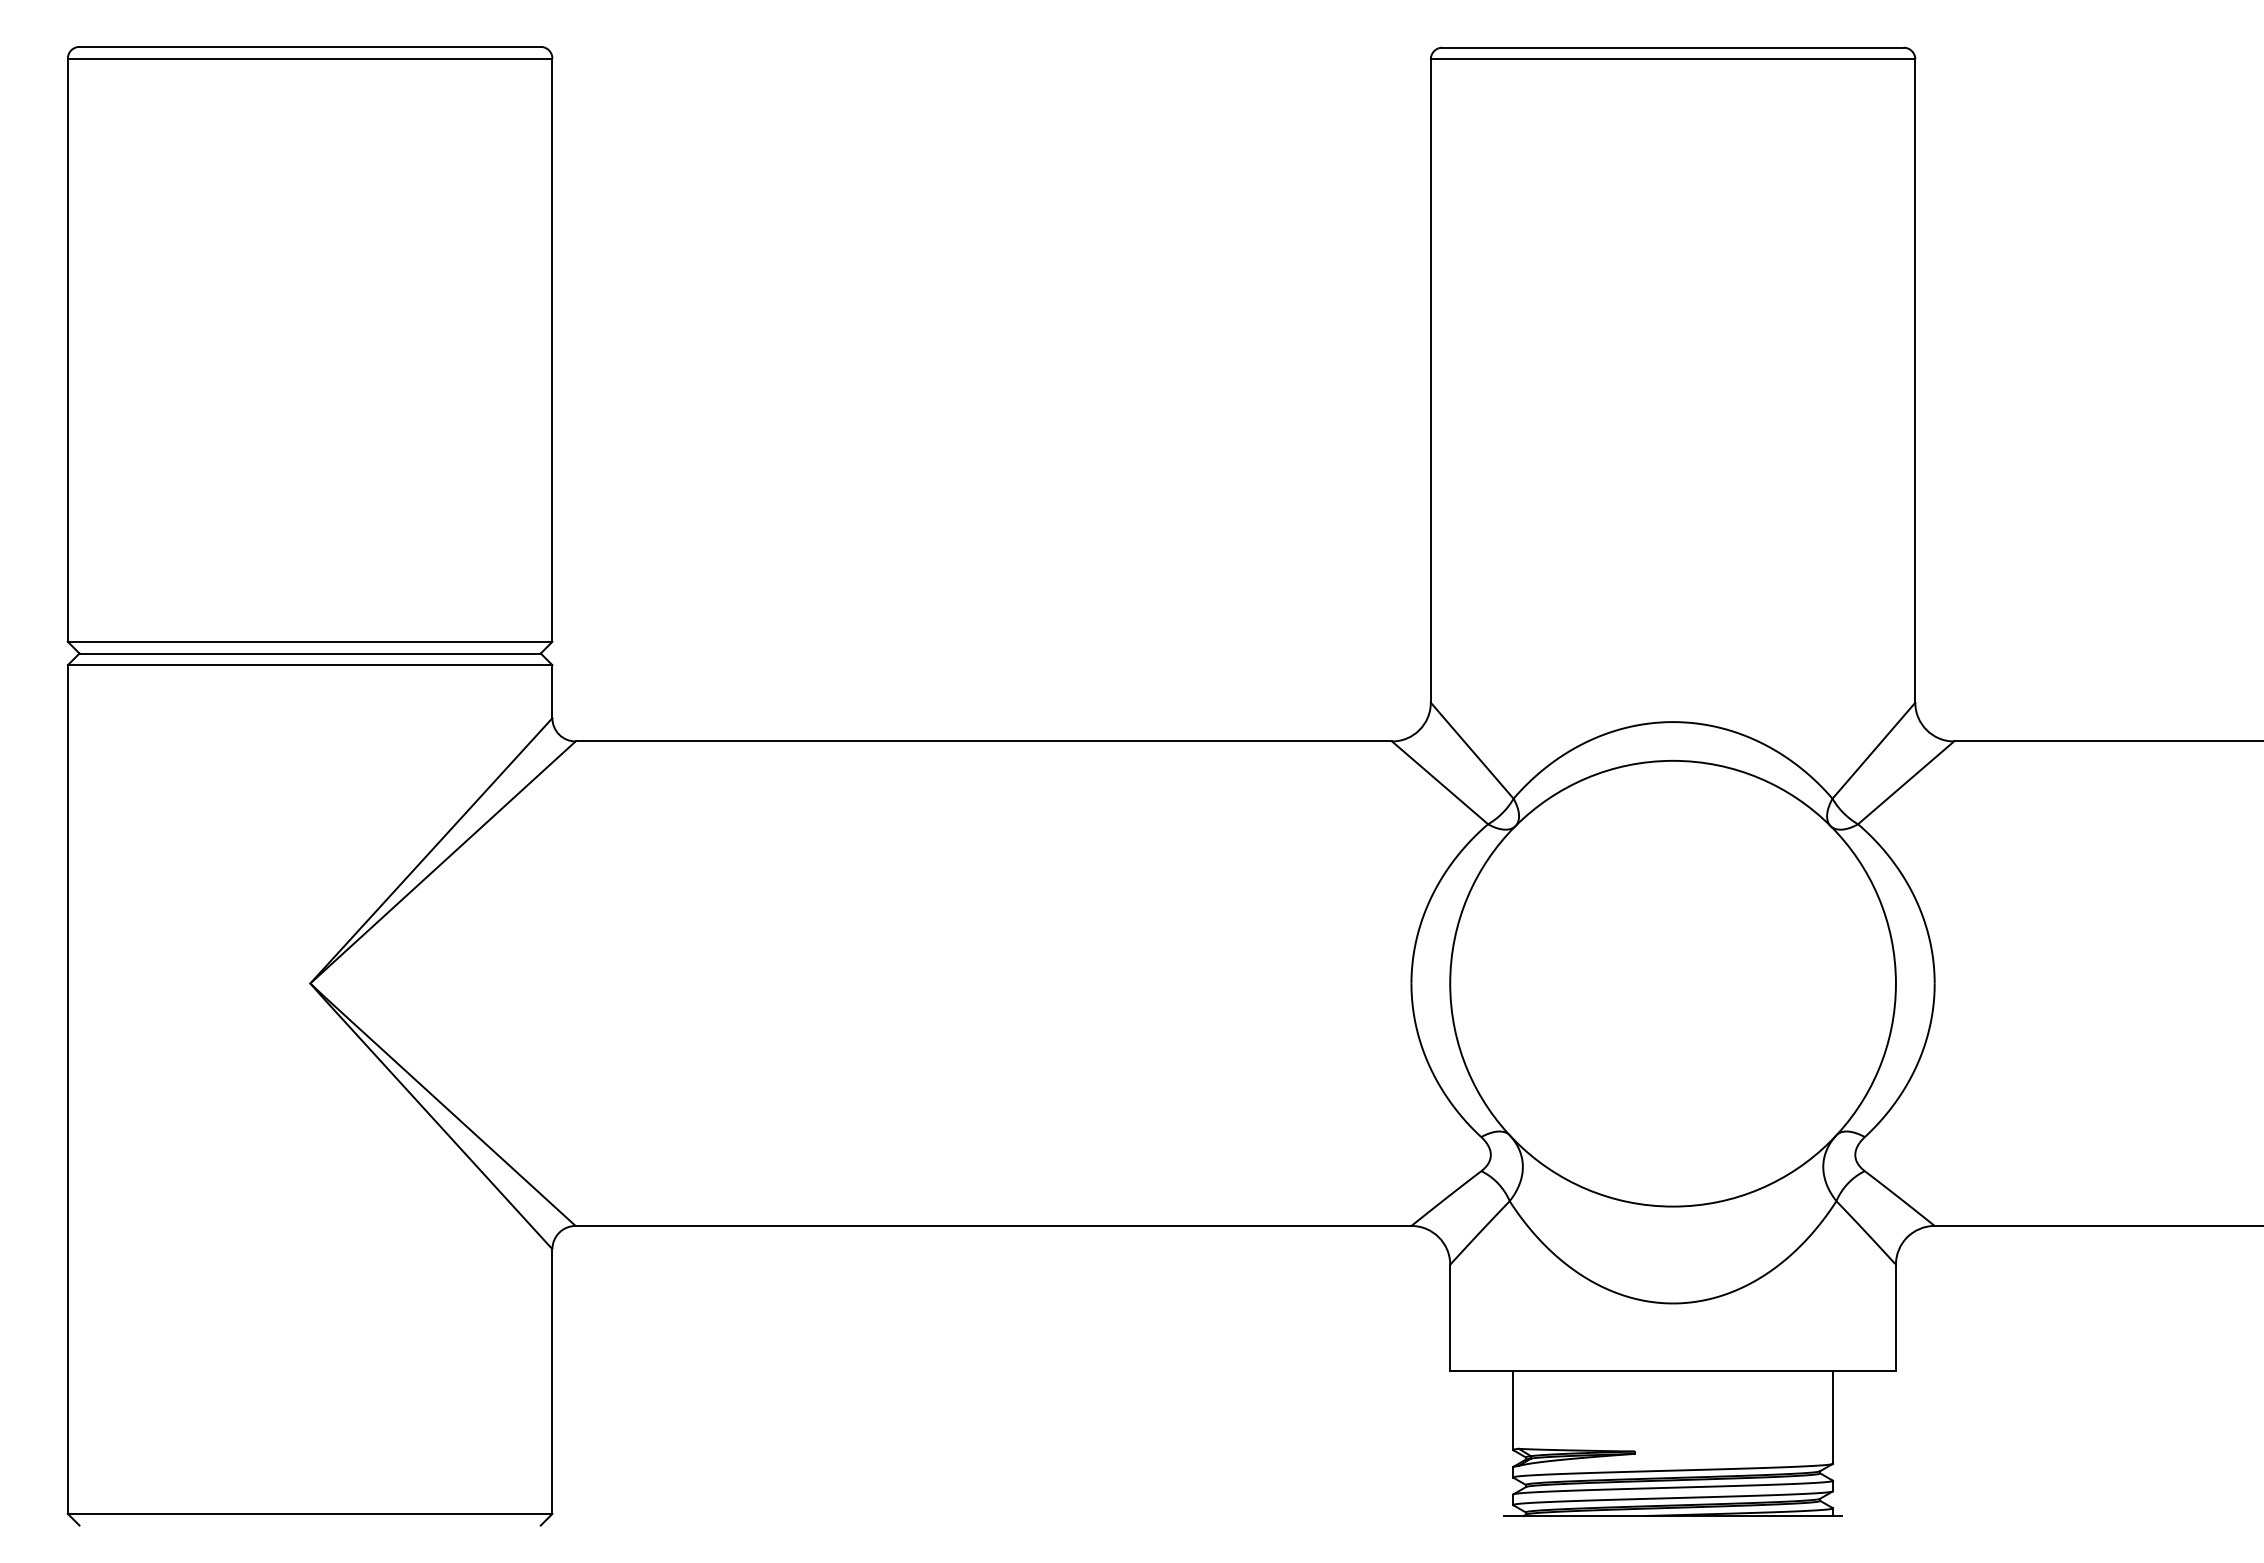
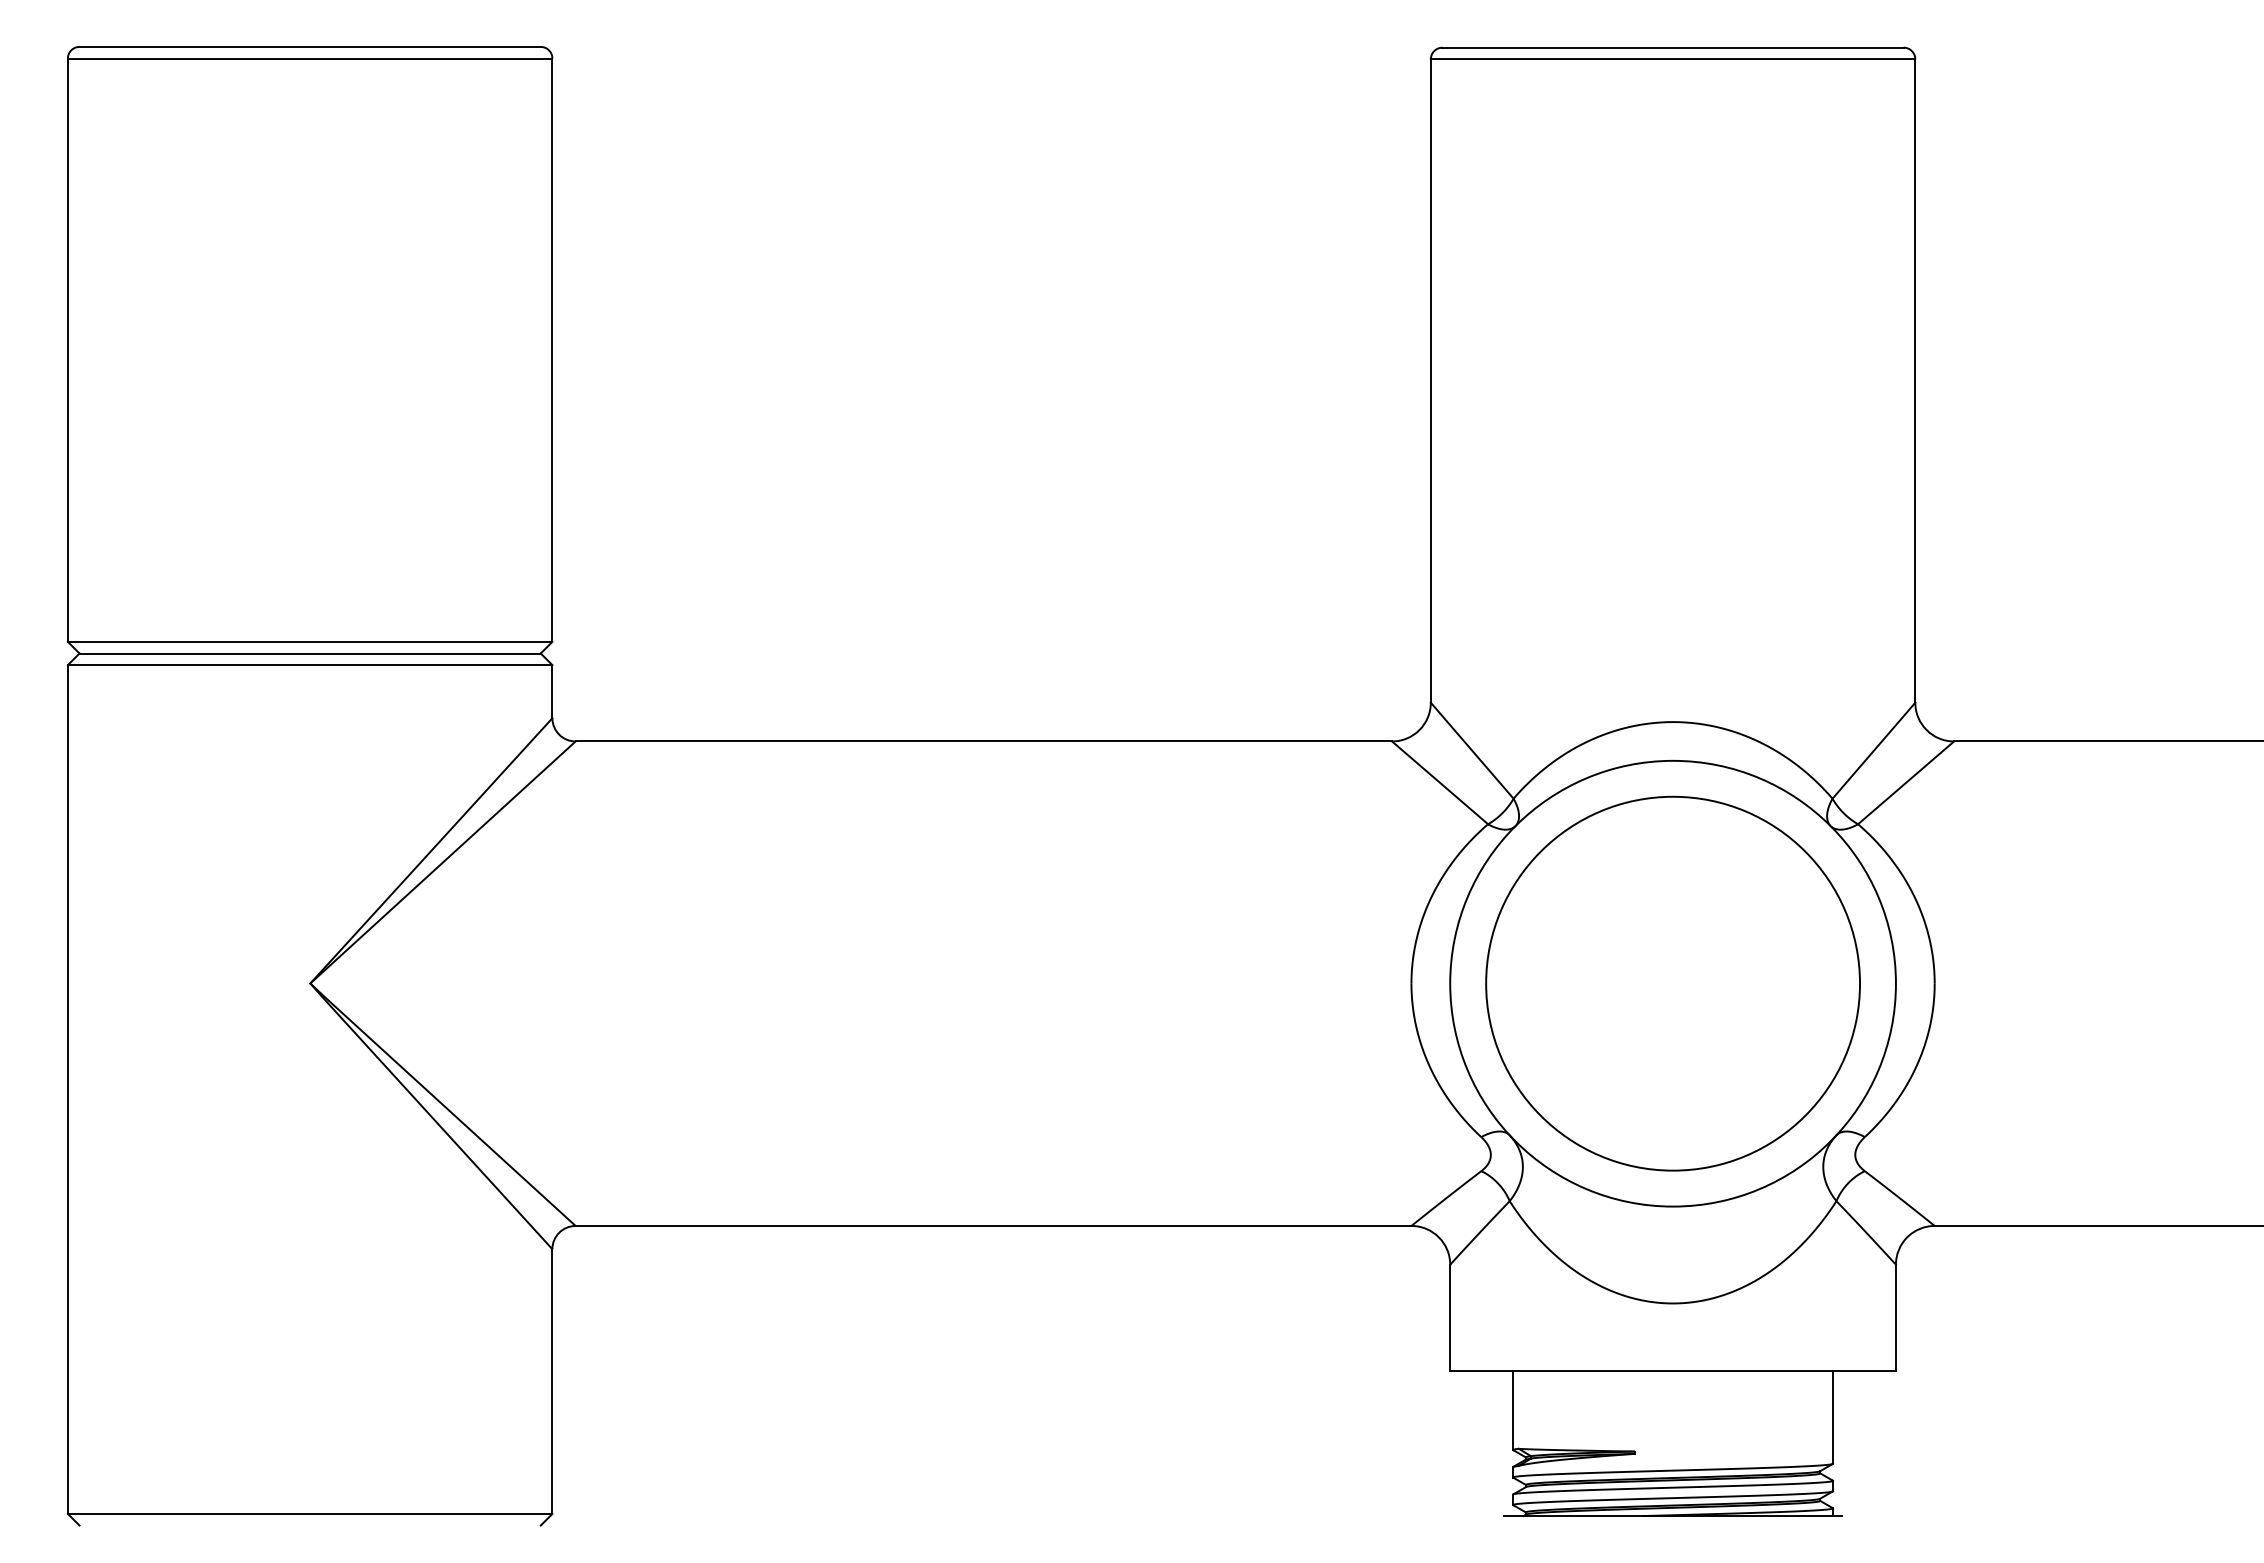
circle at (1672, 983): none -> present
